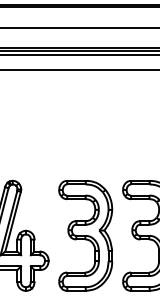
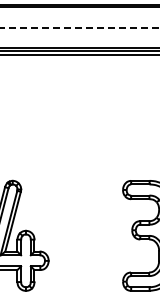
line at (79, 27): solid -> dashed
line at (79, 69): present -> none
part at (85, 235): present -> none
